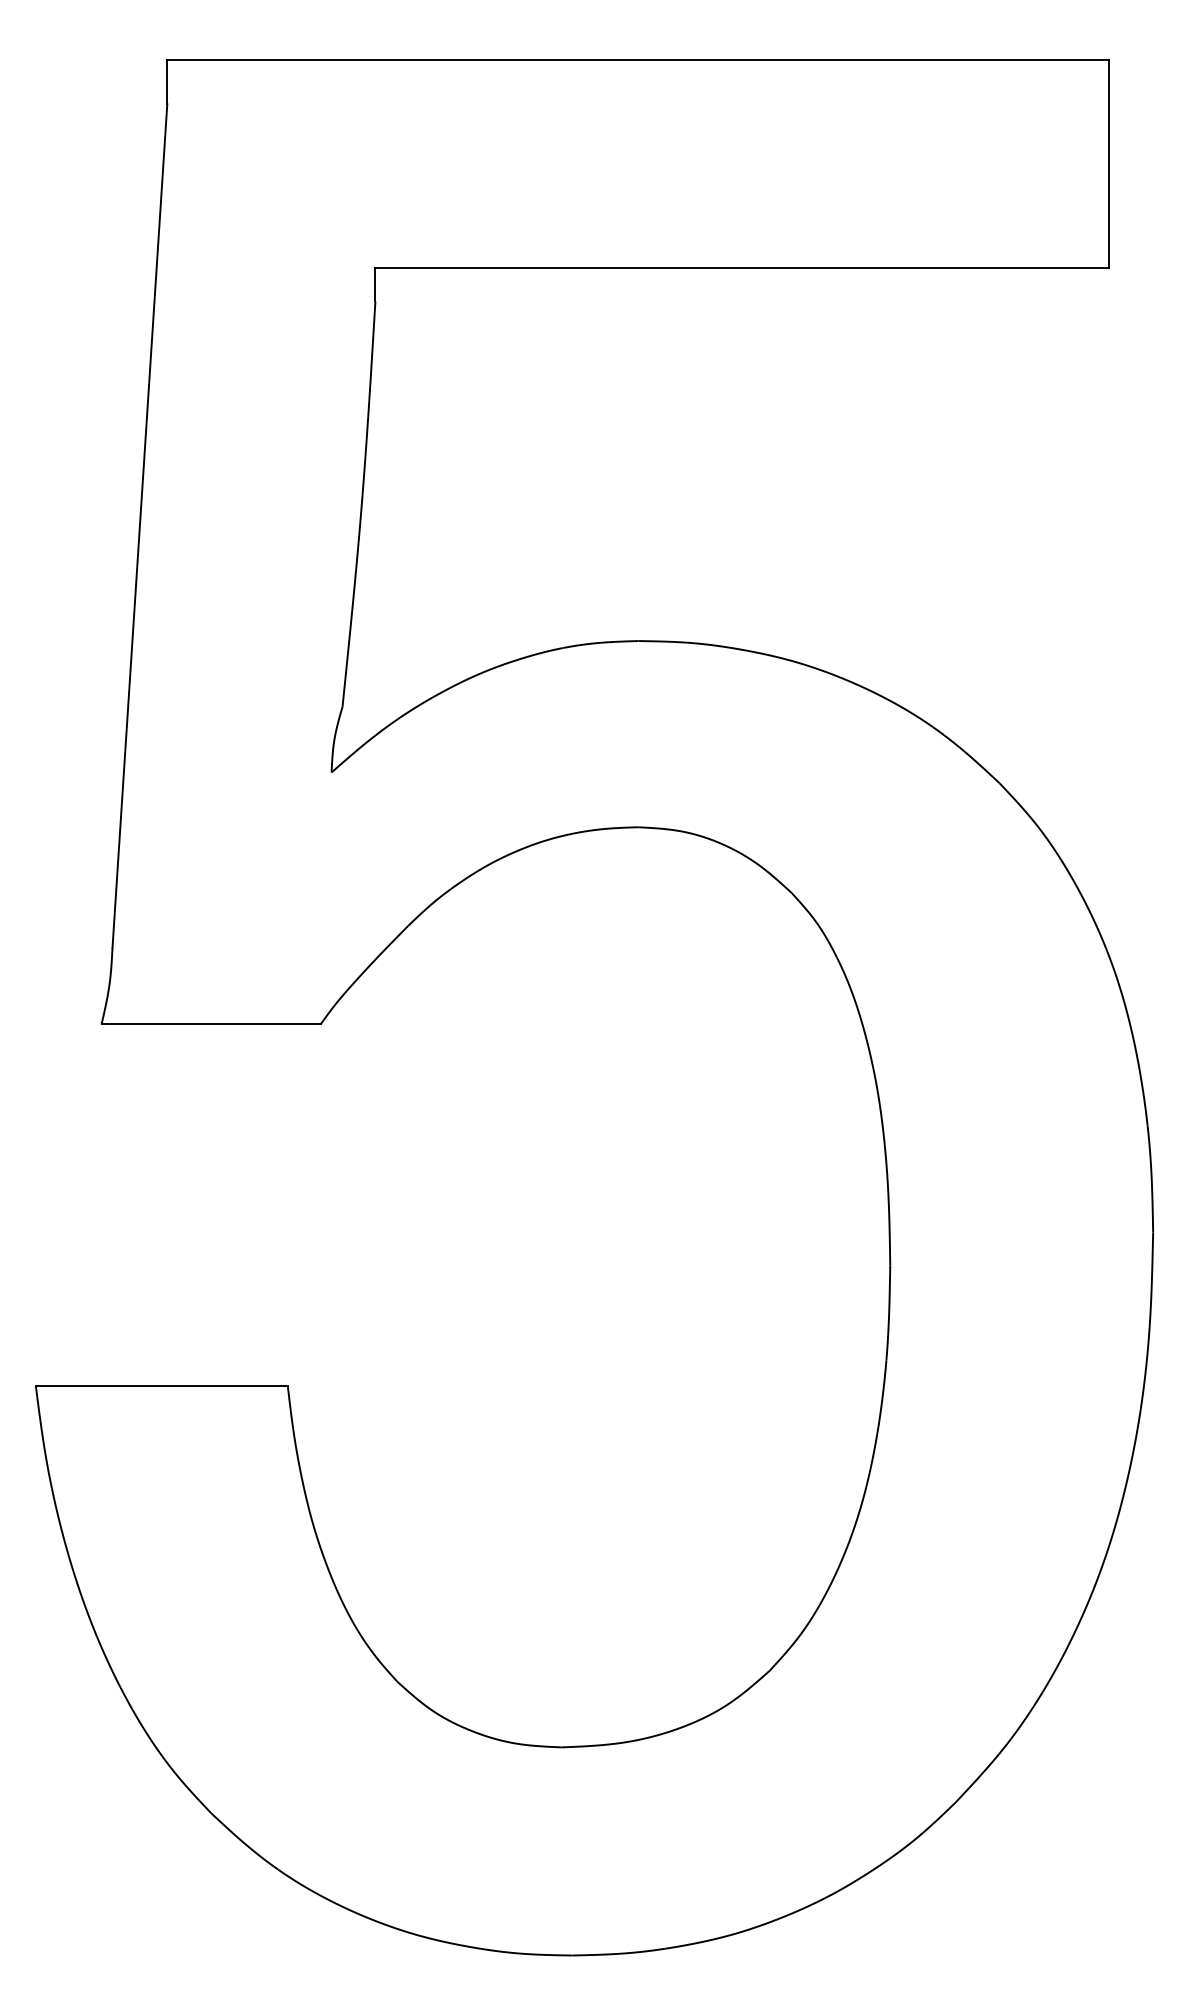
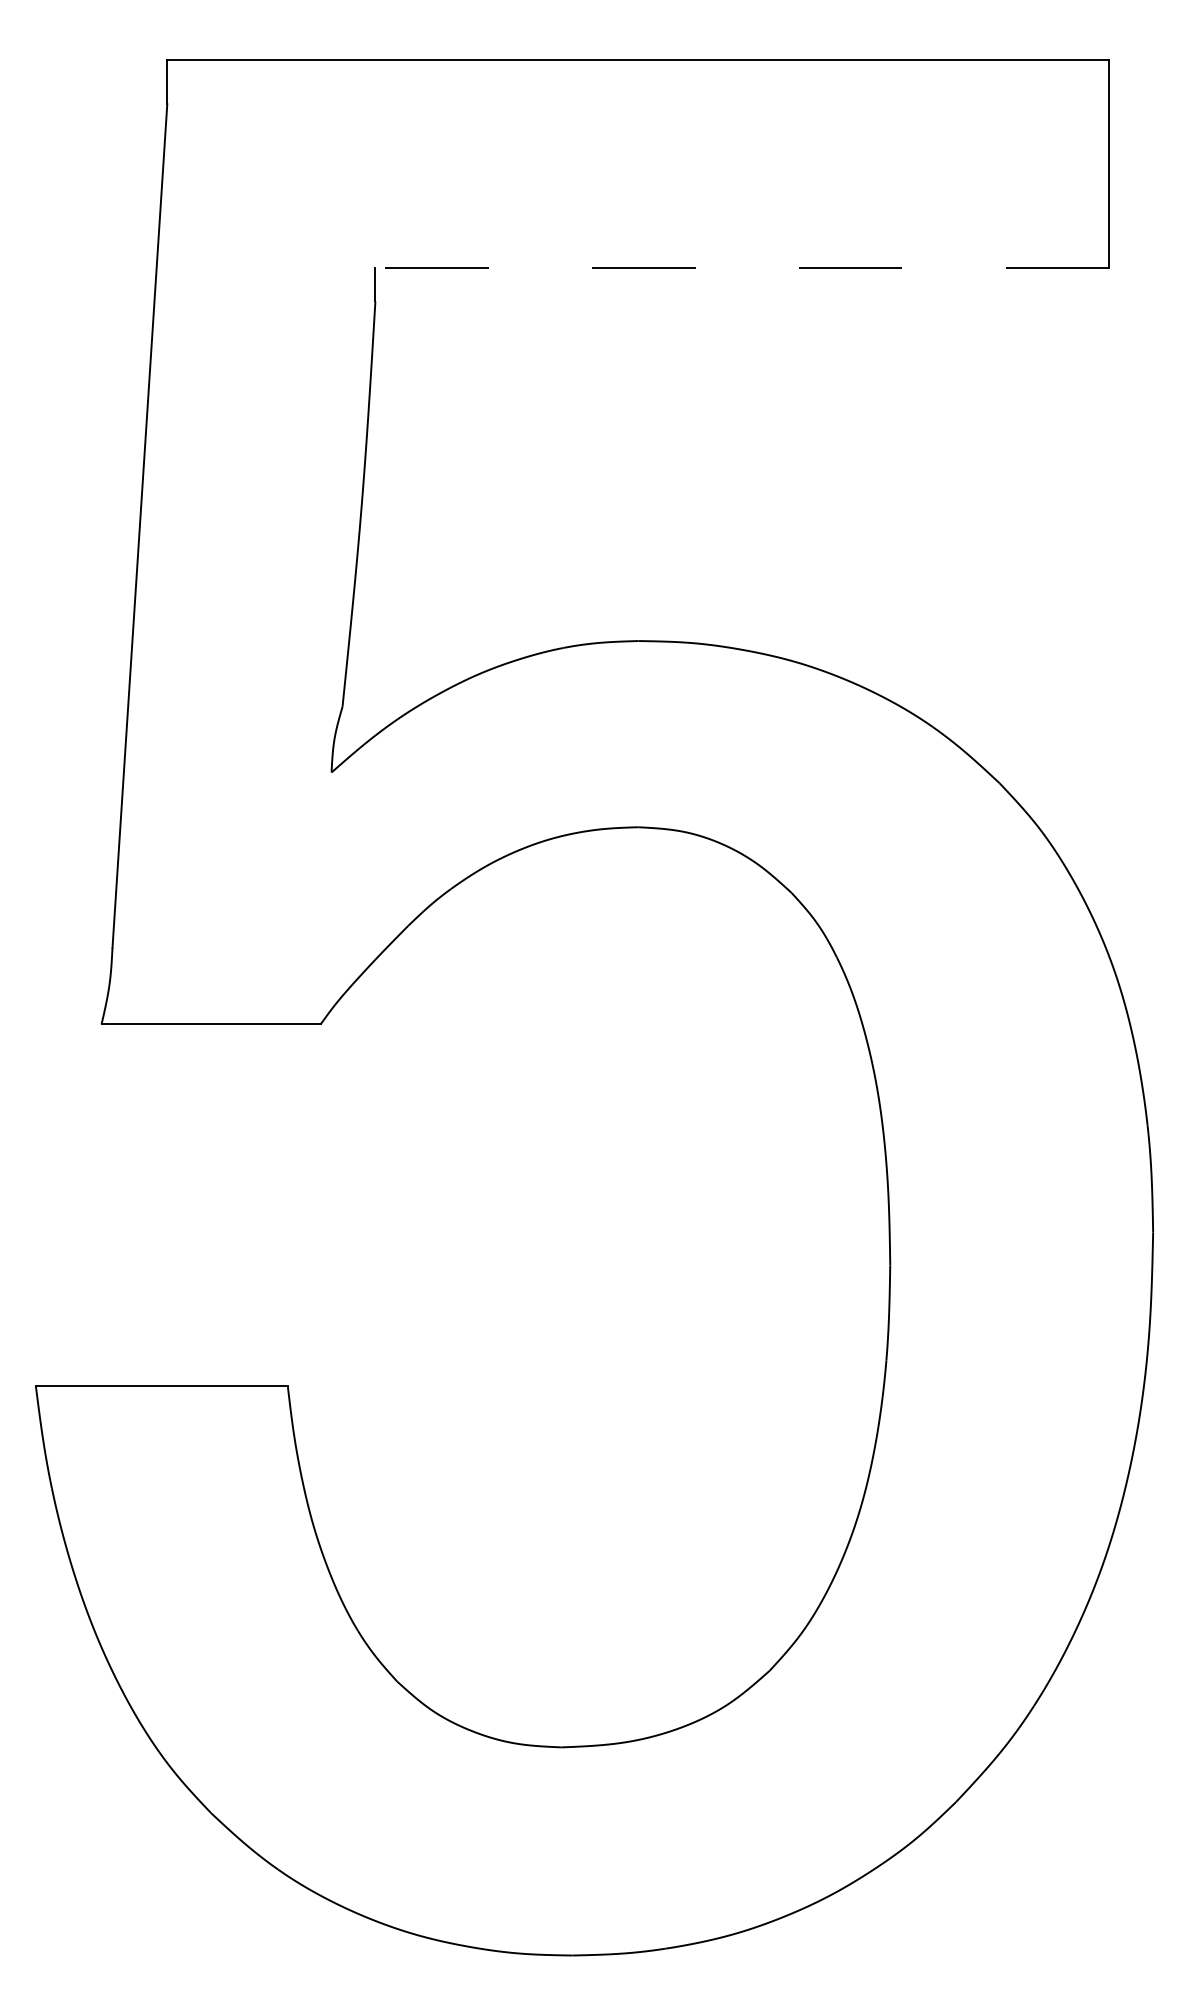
line at (742, 267): solid -> dashed
